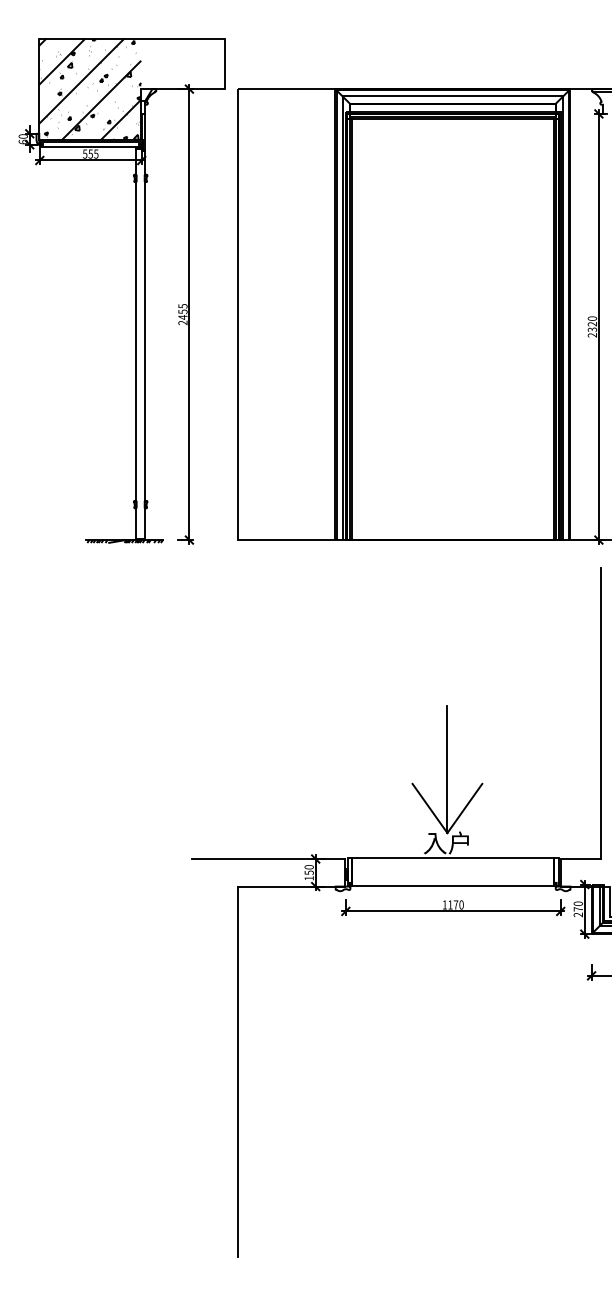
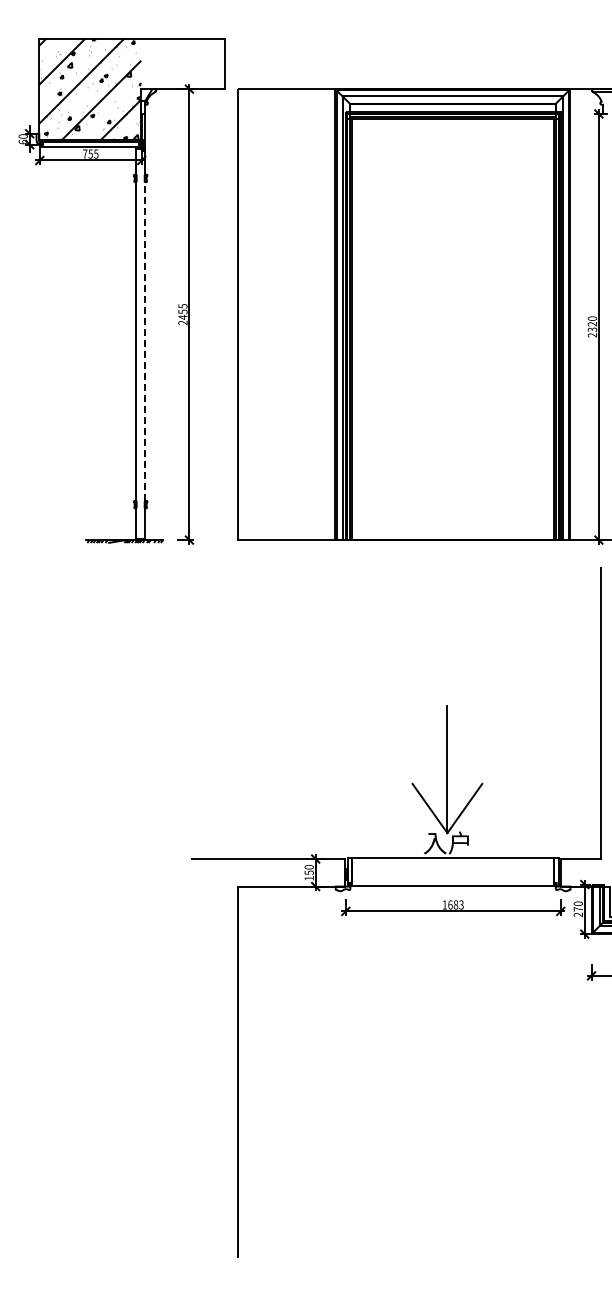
text at (84, 153): 555 -> 755
line at (145, 341): solid -> dashed
text at (455, 904): 1170 -> 1683
